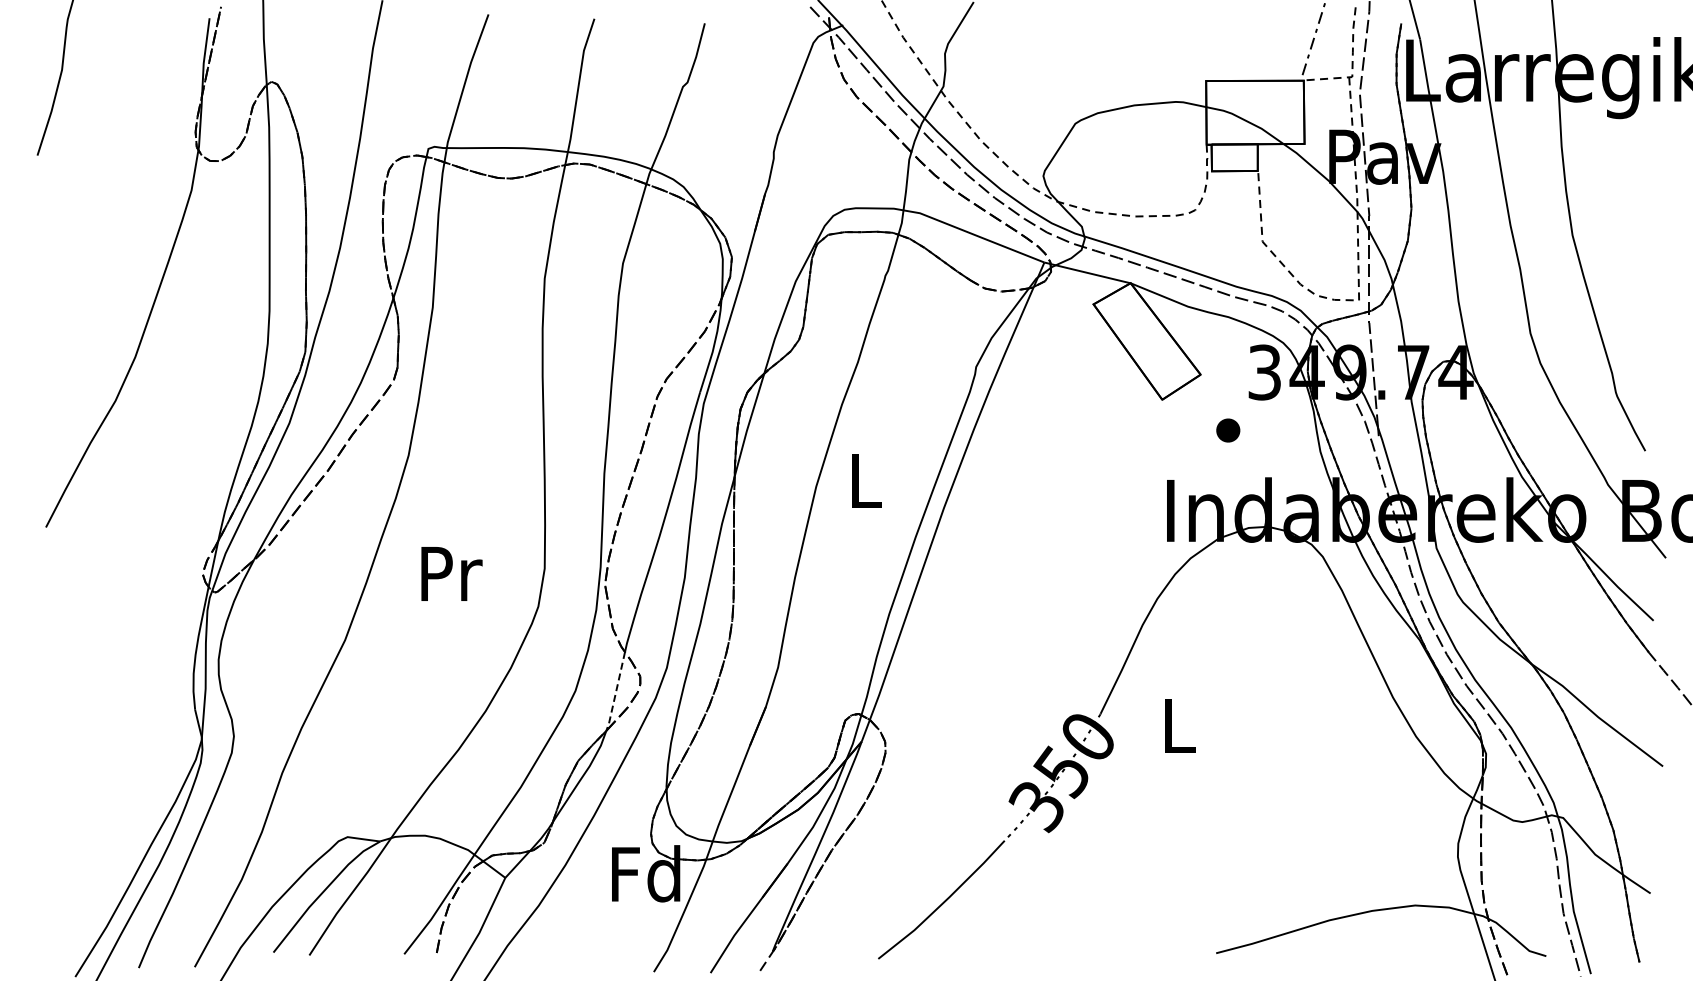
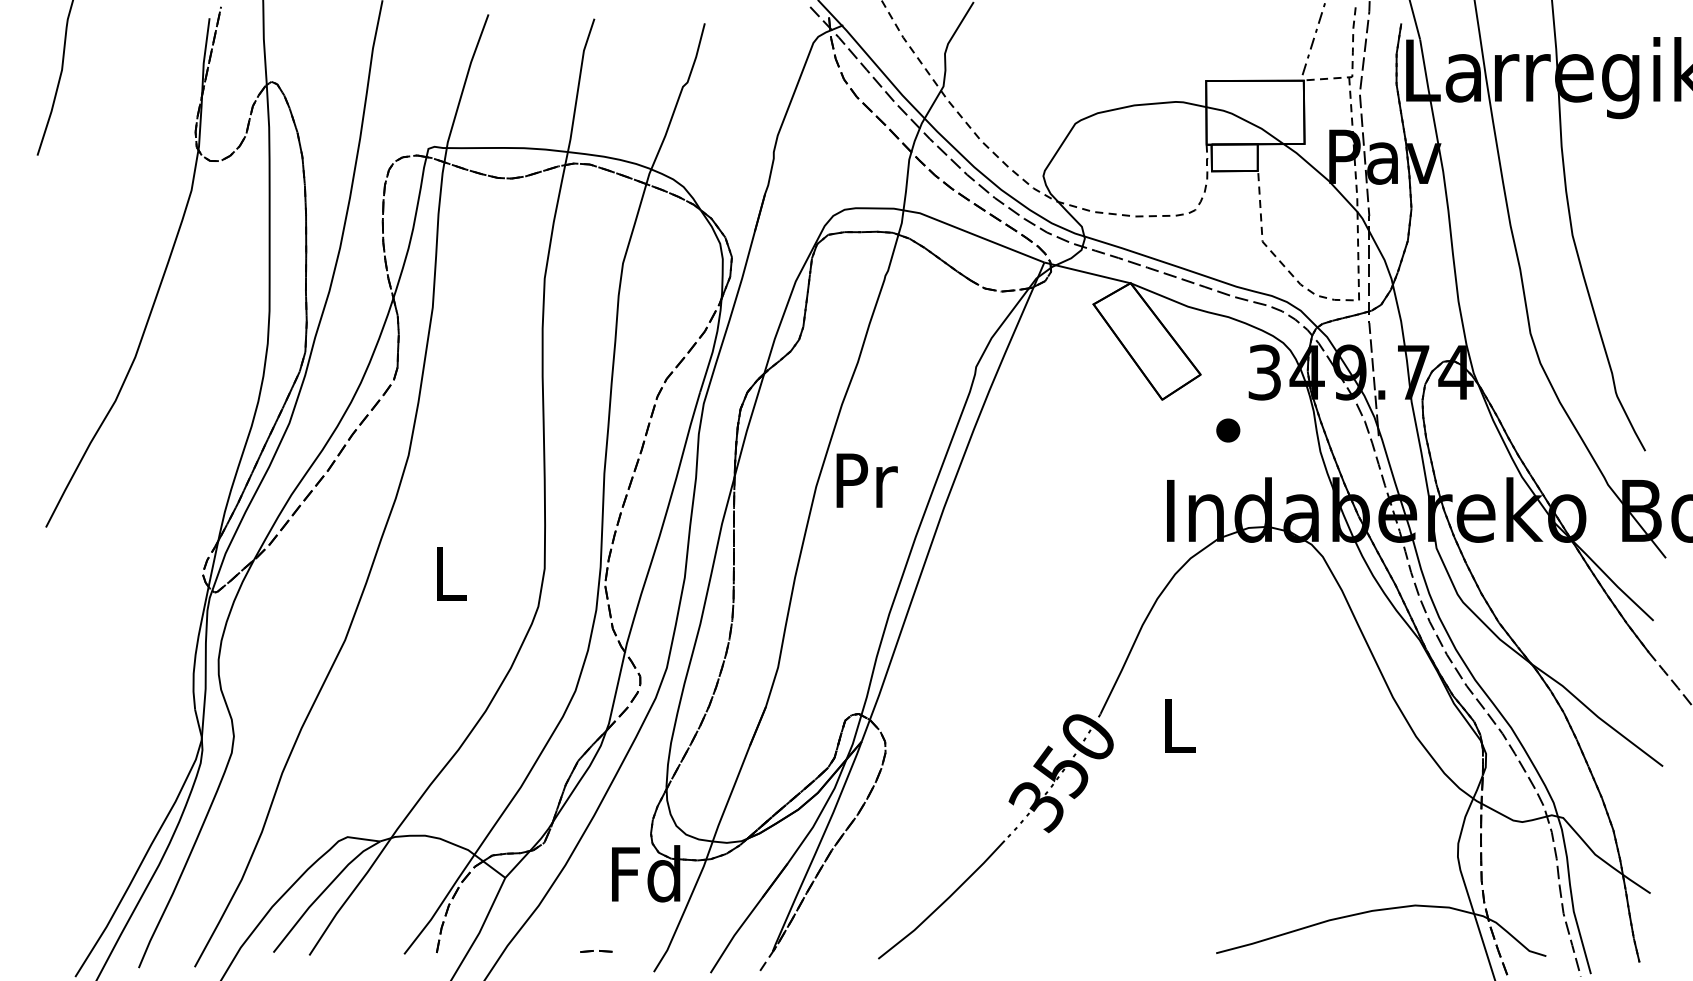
text at (866, 480): L -> Pr
text at (451, 573): Pr -> L
line at (616, 692): dashed -> solid
line at (593, 951): none -> present
